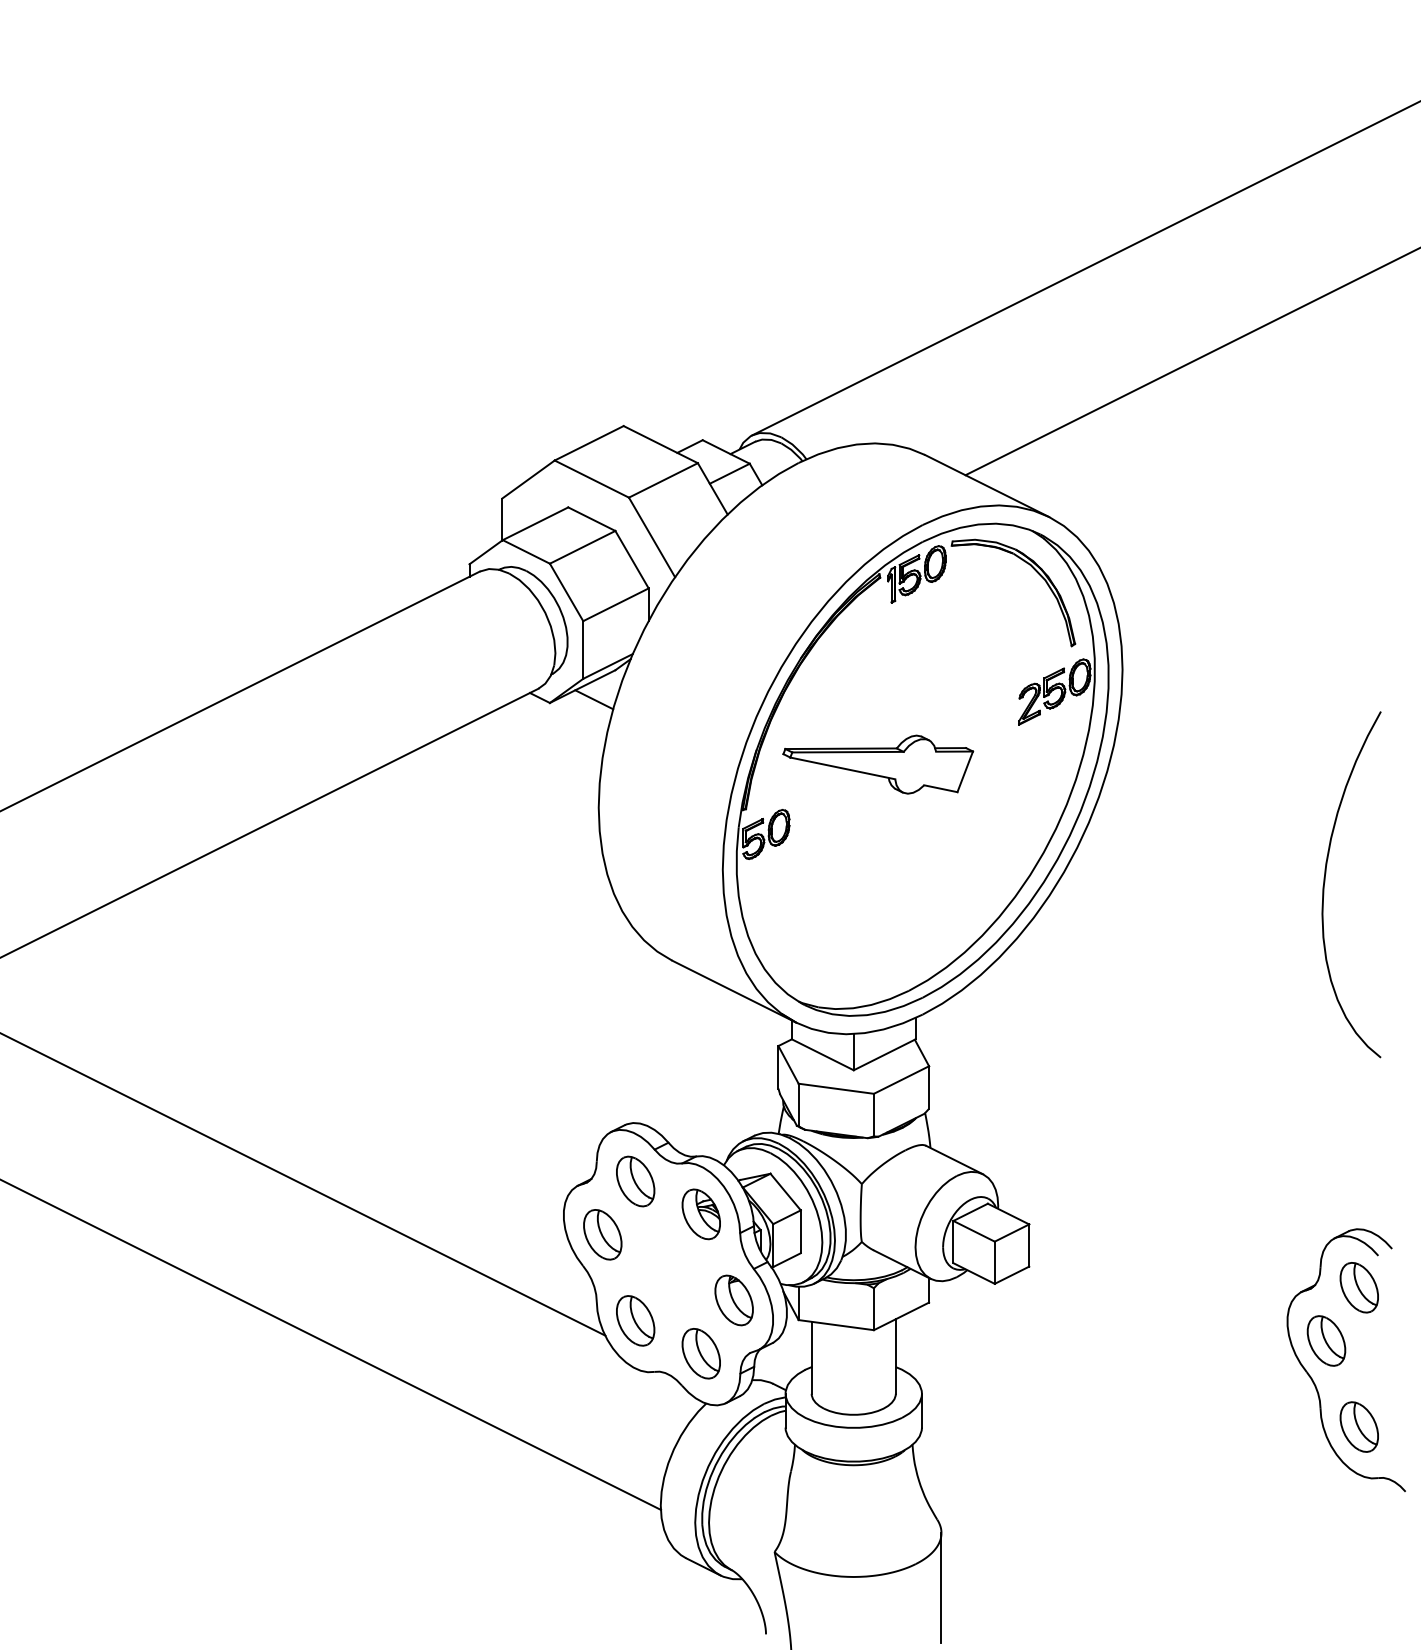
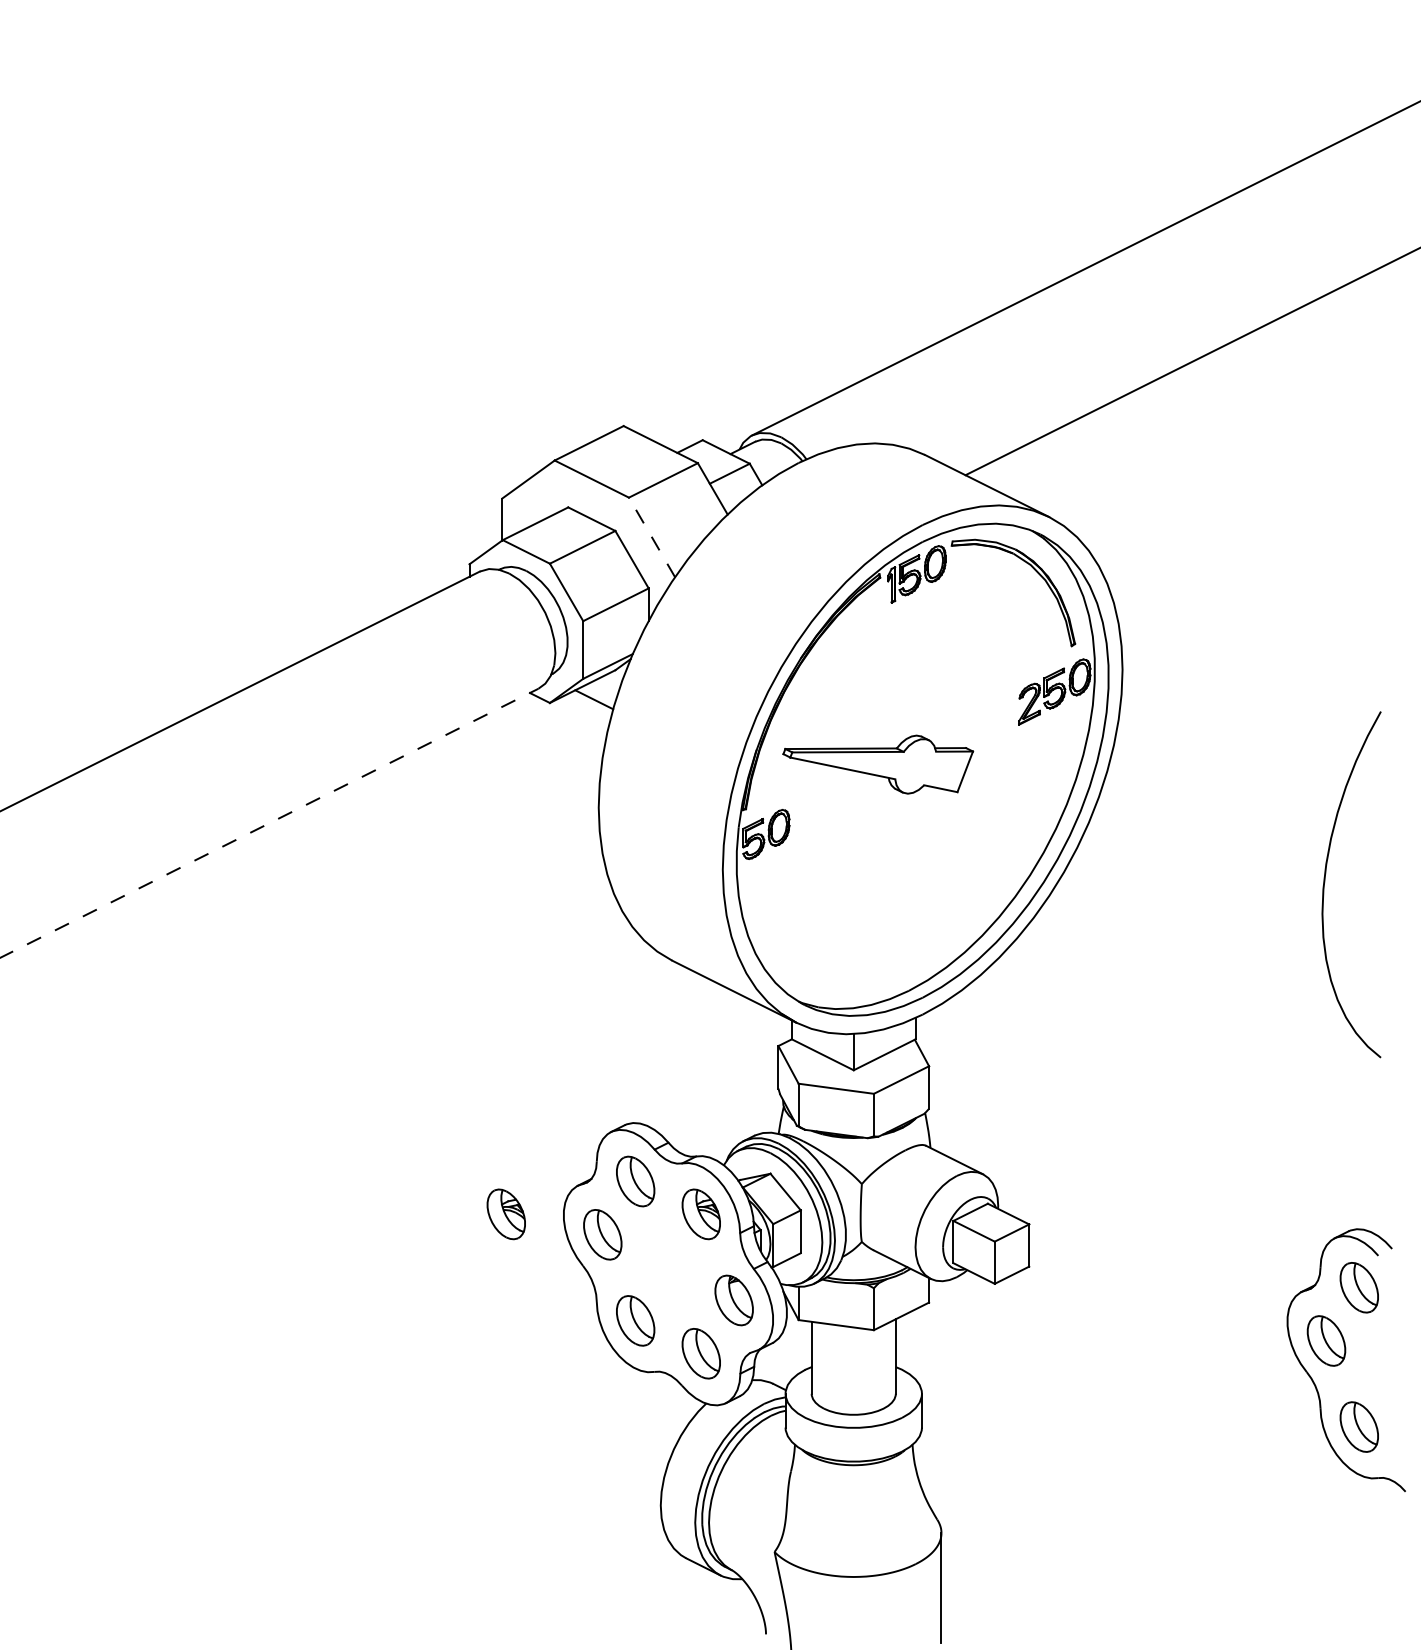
line at (651, 537): solid -> dashed
line at (269, 823): solid -> dashed
line at (303, 1184): present -> none
part at (505, 1214): none -> present
line at (331, 1344): present -> none
